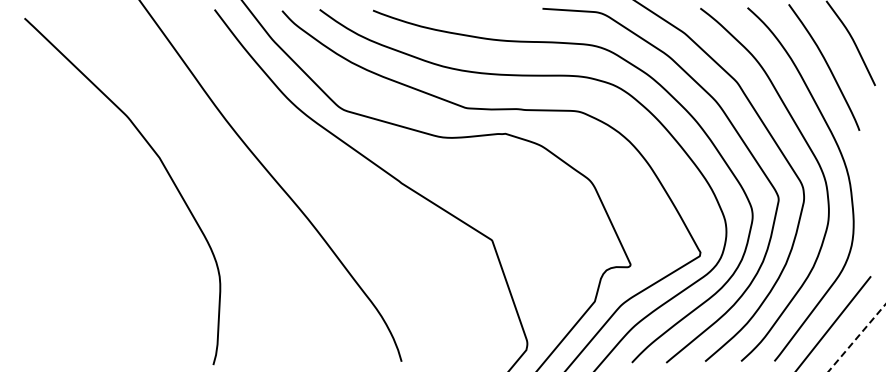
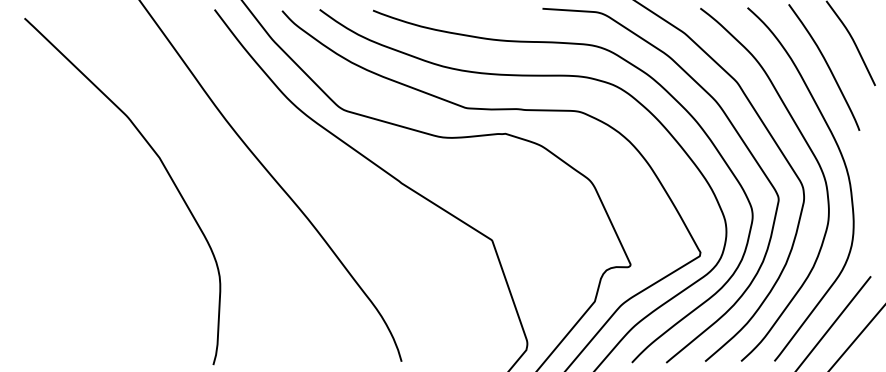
line at (856, 338): dashed -> solid
